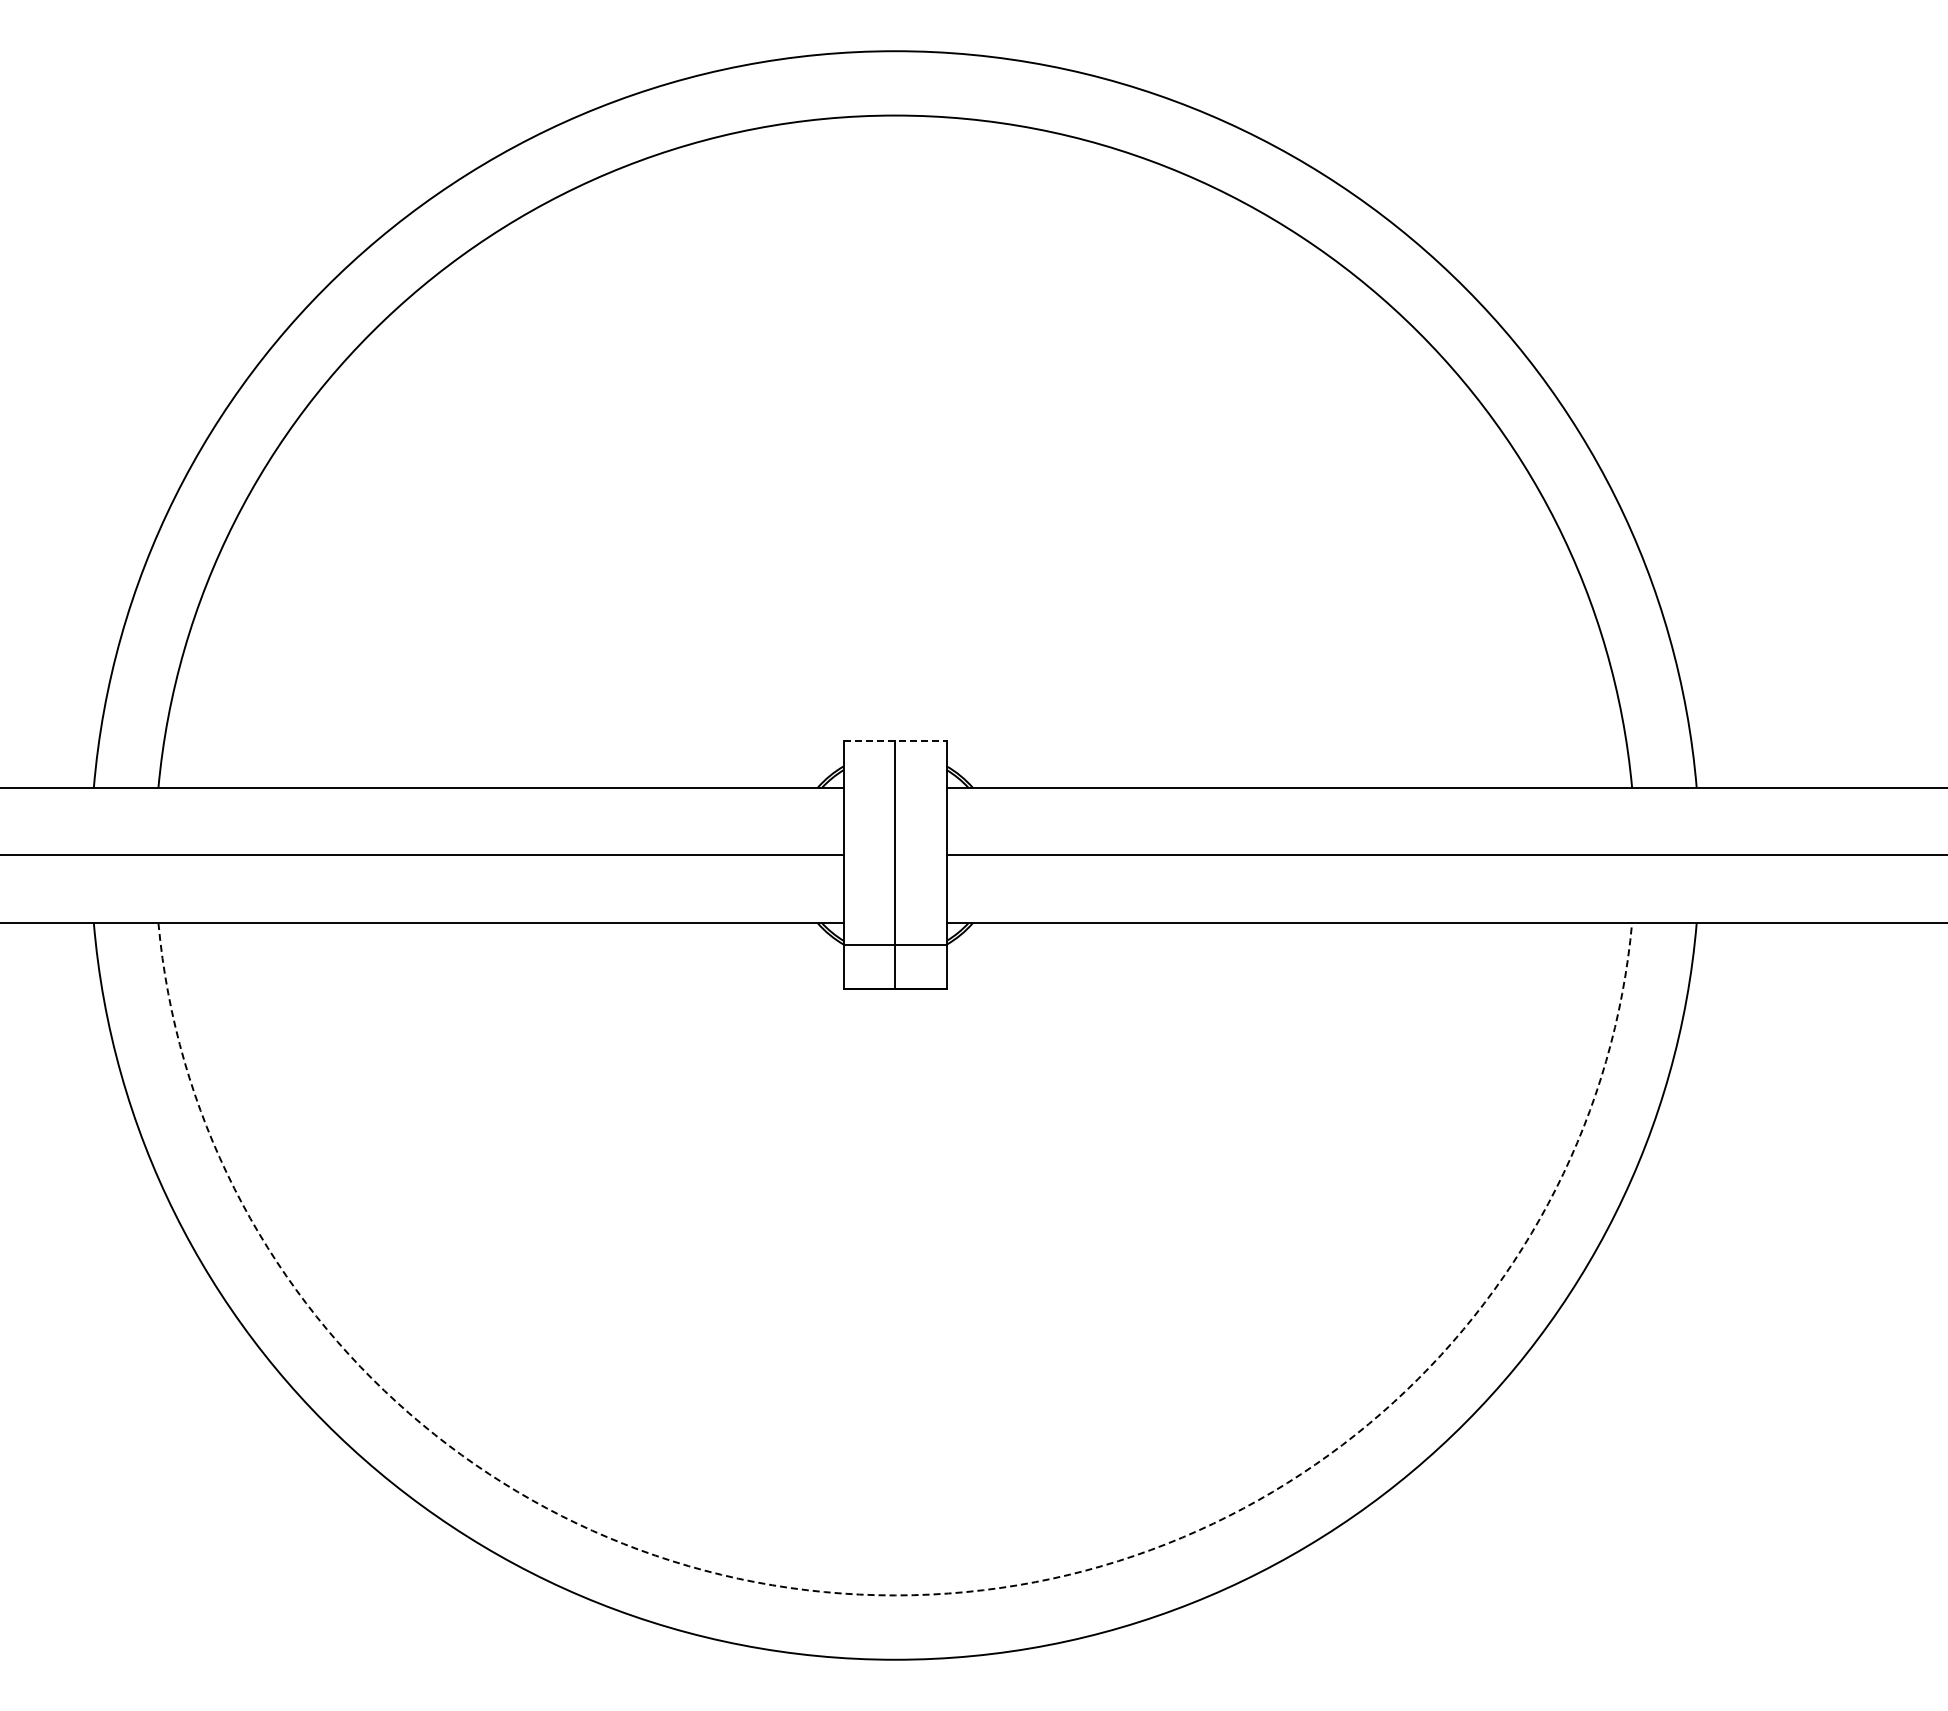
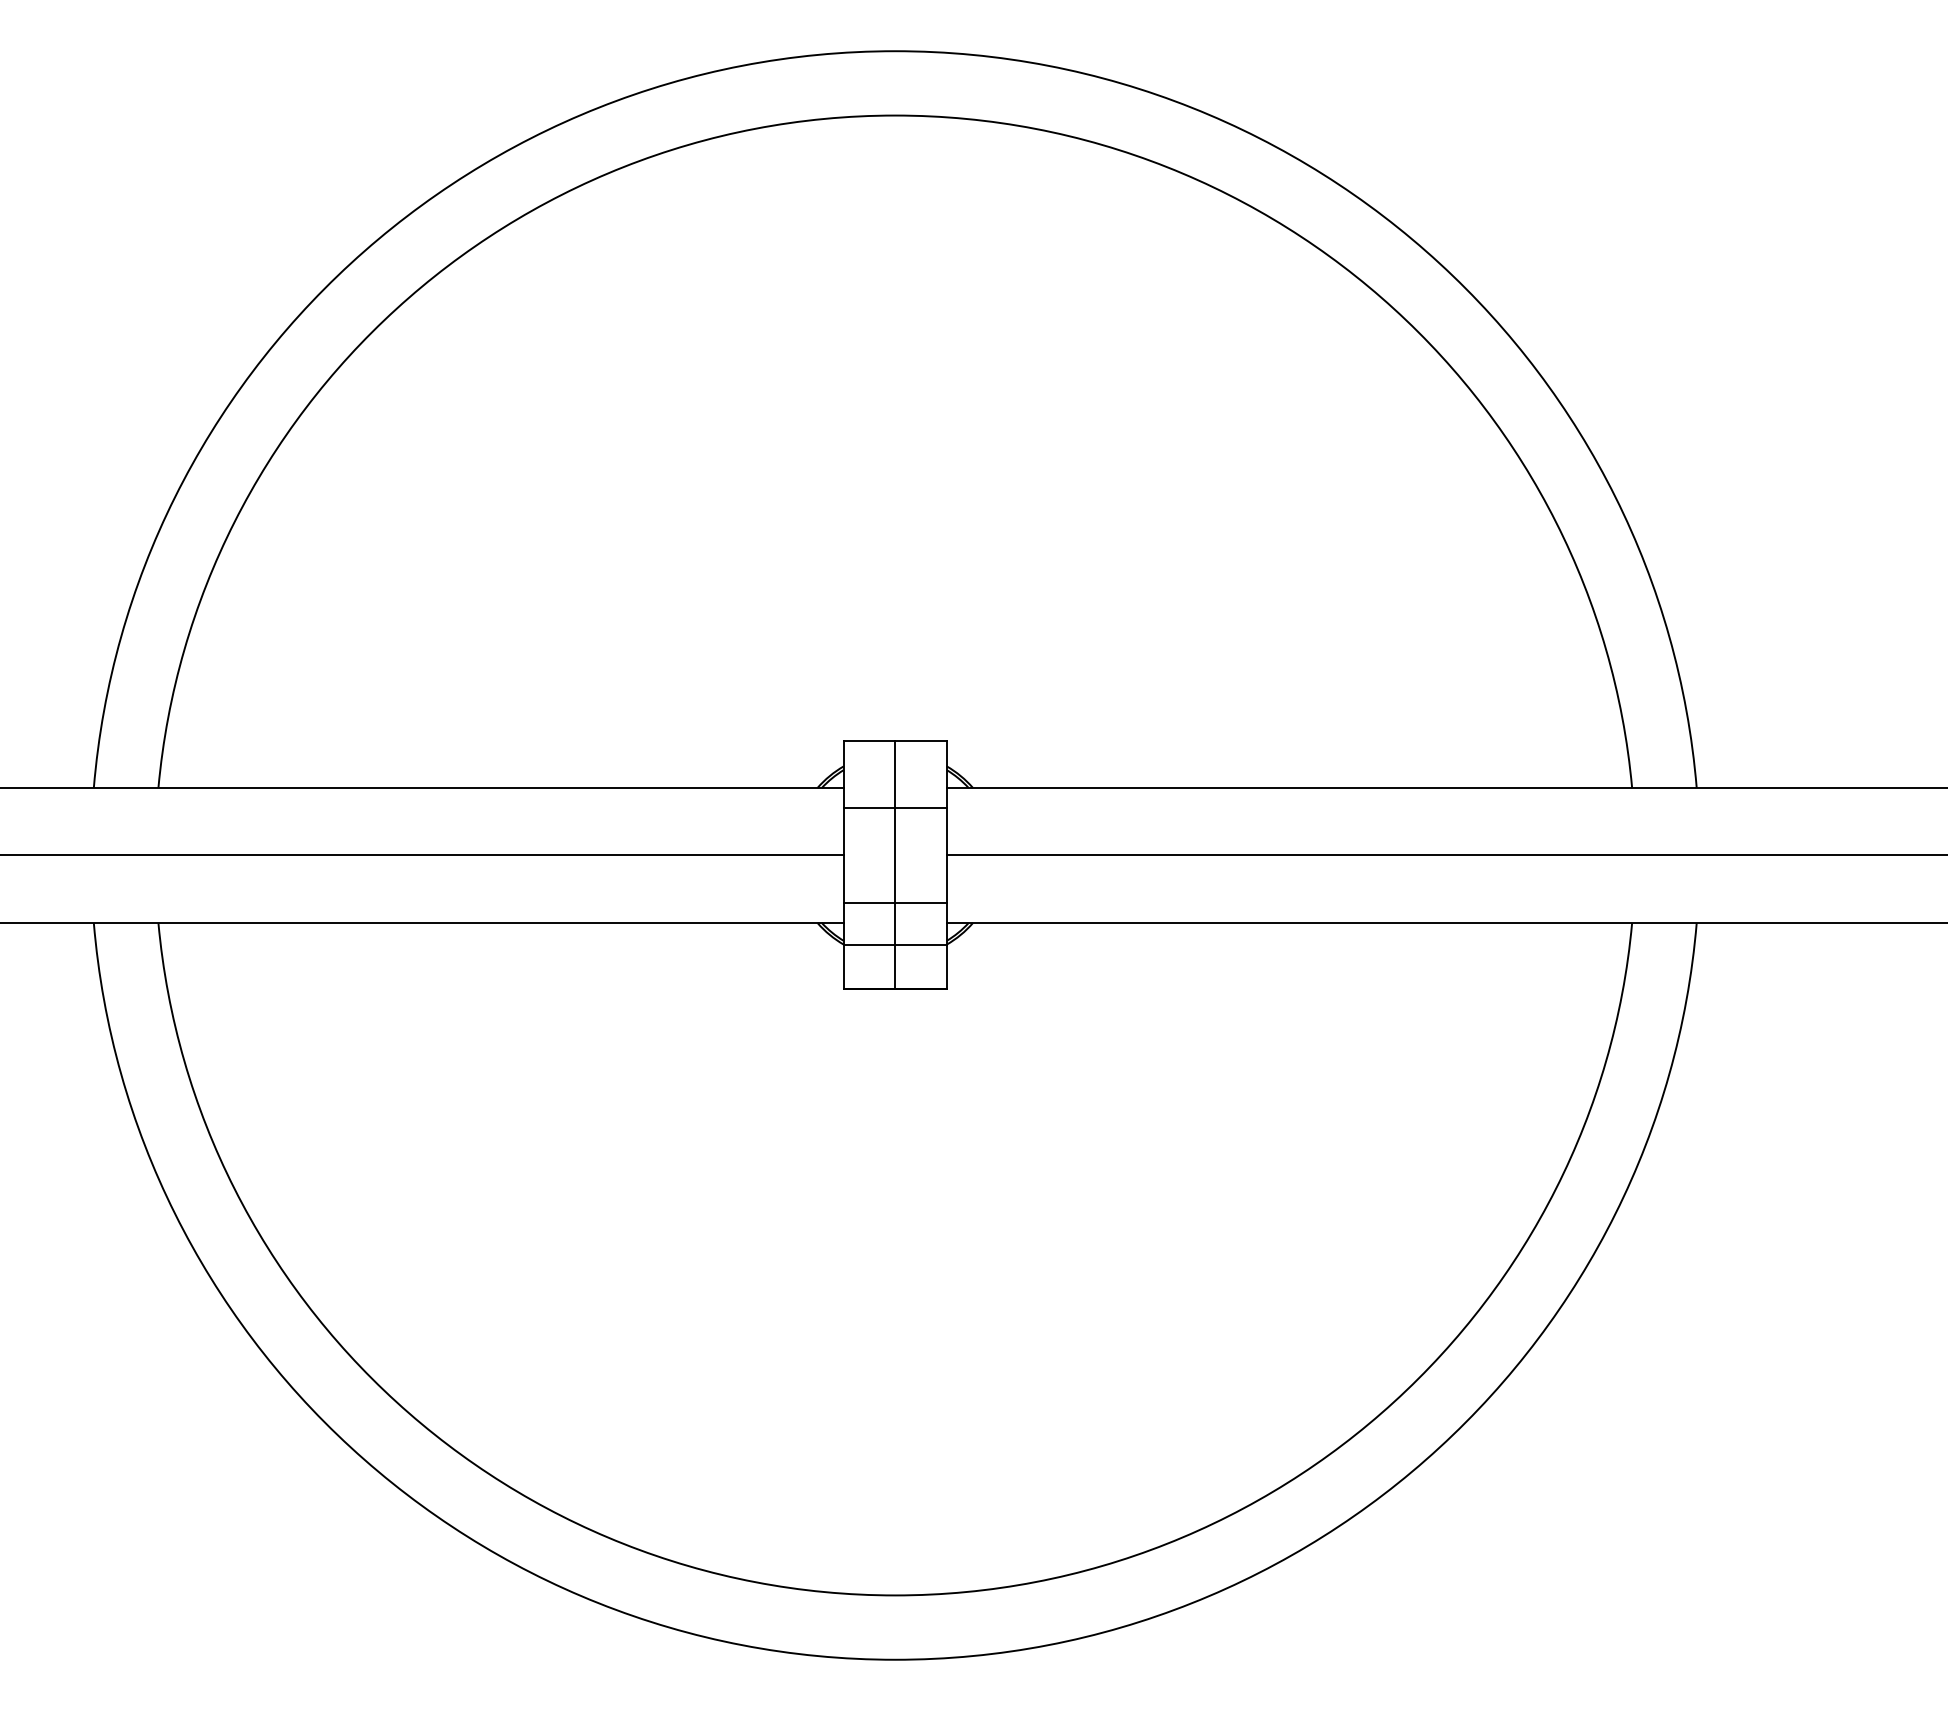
line at (895, 741): dashed -> solid
line at (894, 808): none -> present
line at (894, 902): none -> present
arc at (895, 1595): dashed -> solid
